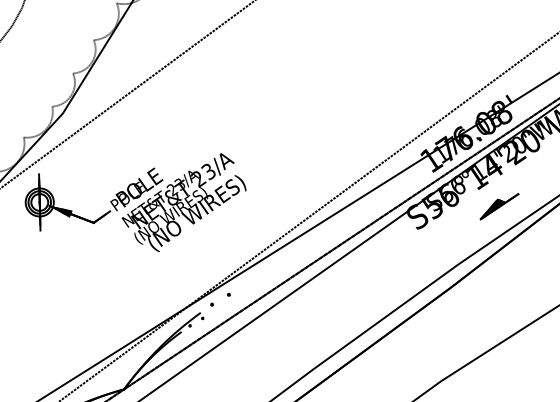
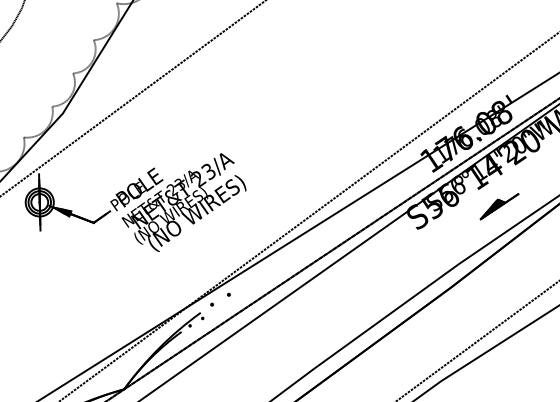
line at (127, 94) position: (127, 94) -> (132, 98)
line at (477, 340): none -> present
